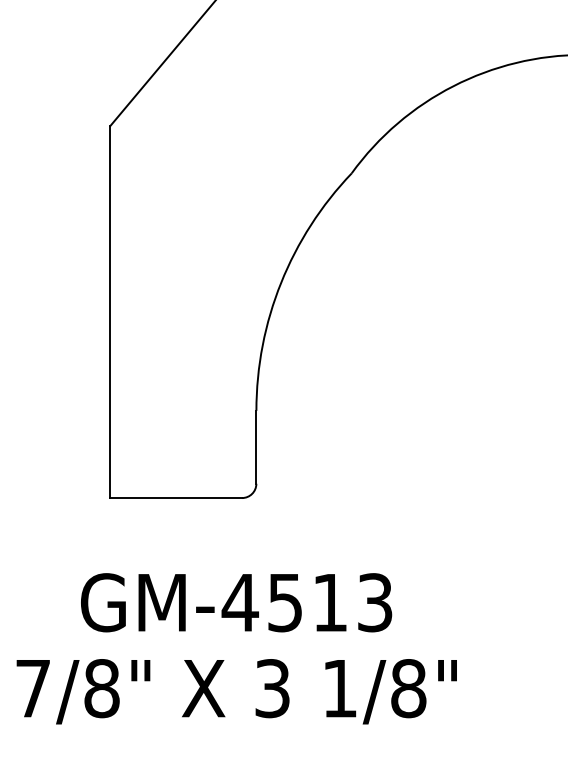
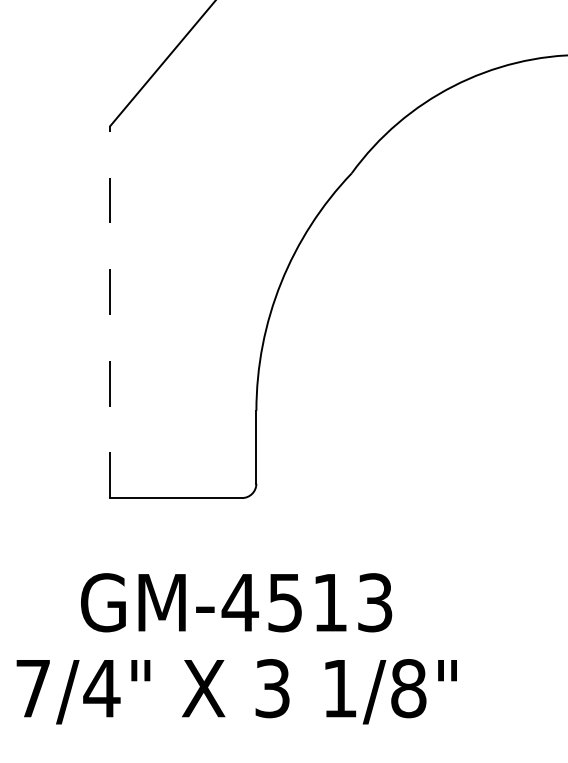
line at (110, 311): solid -> dashed
text at (101, 688): 7/8" -> 7/4"
